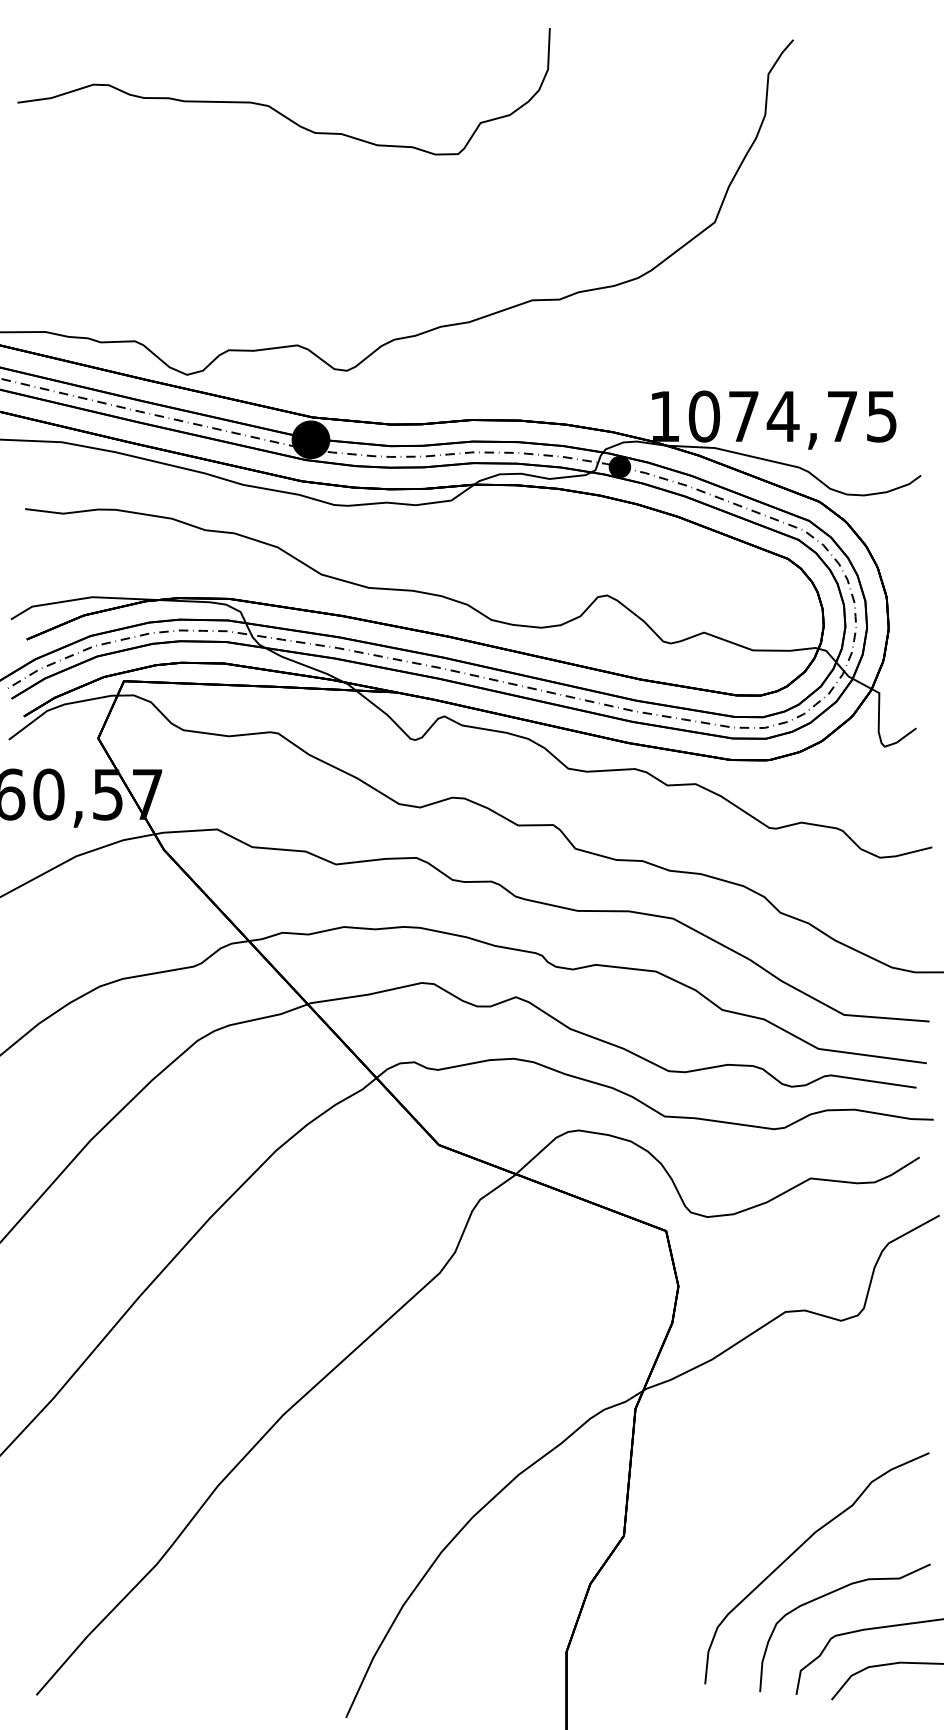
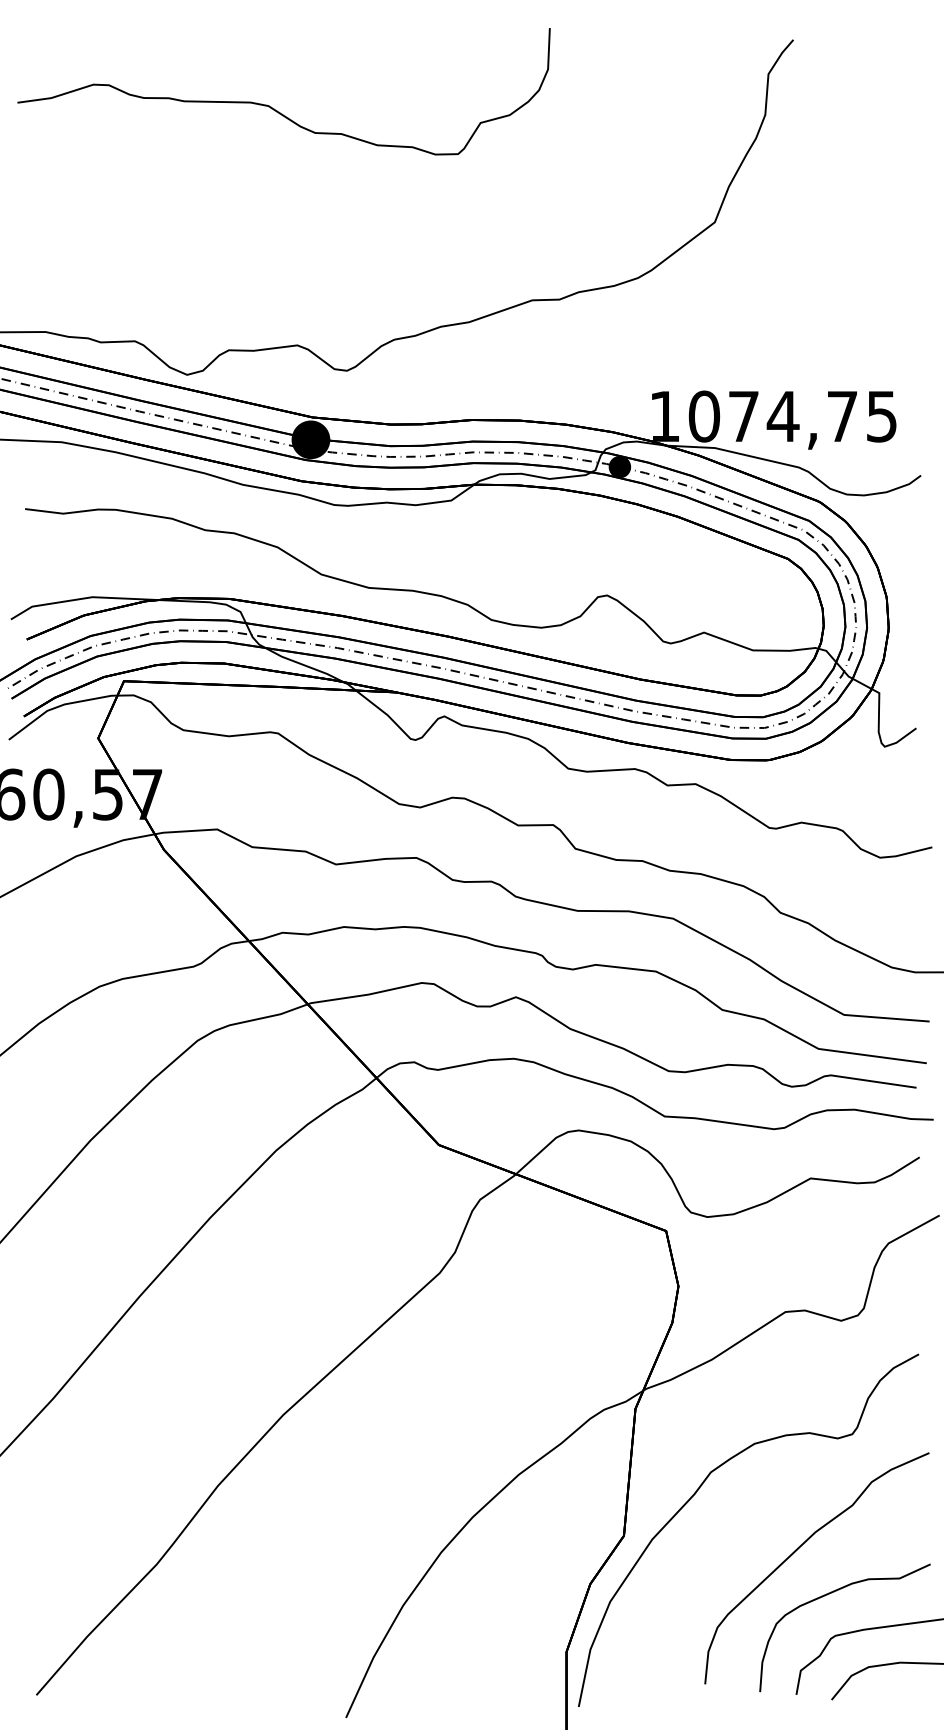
curve at (696, 1493): none -> present
